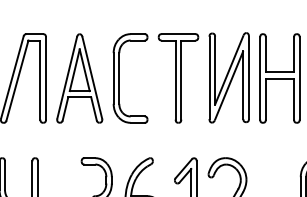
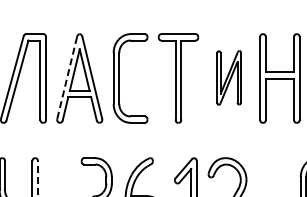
part at (228, 77) size: 42x92 px -> 26x56 px
line at (67, 78): solid -> dashed
line at (37, 178): solid -> dashed
